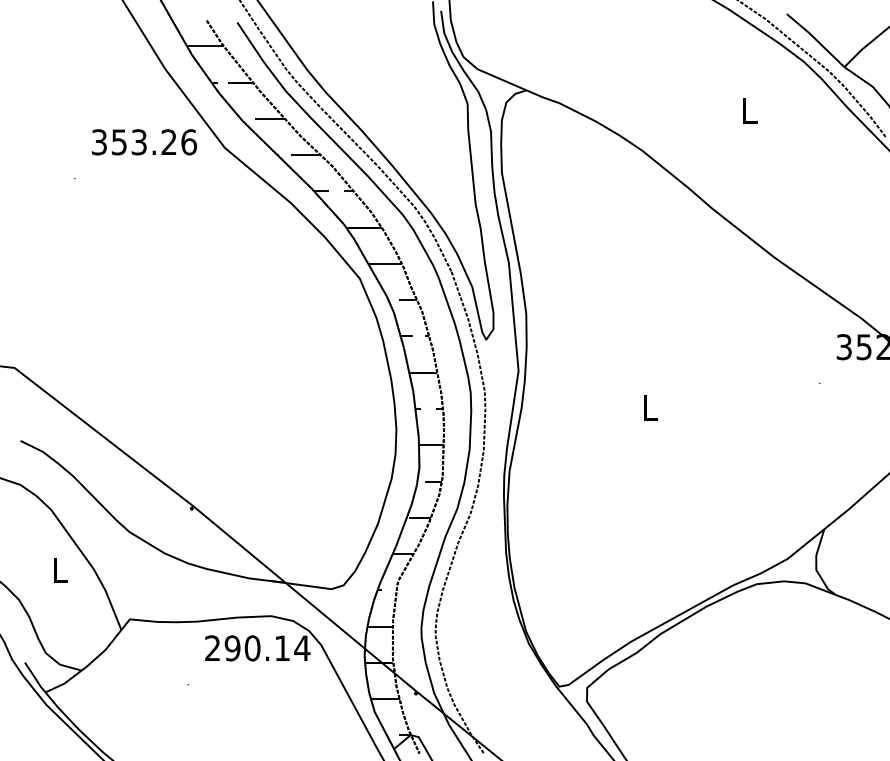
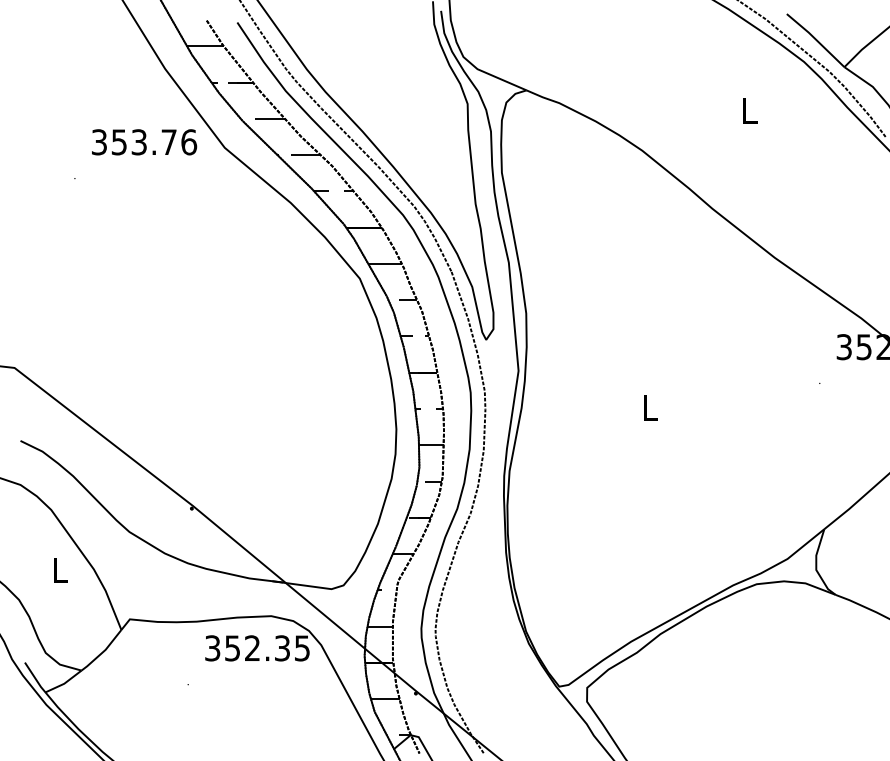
text at (168, 141): 353.26 -> 353.76
text at (257, 648): 290.14 -> 352.35
